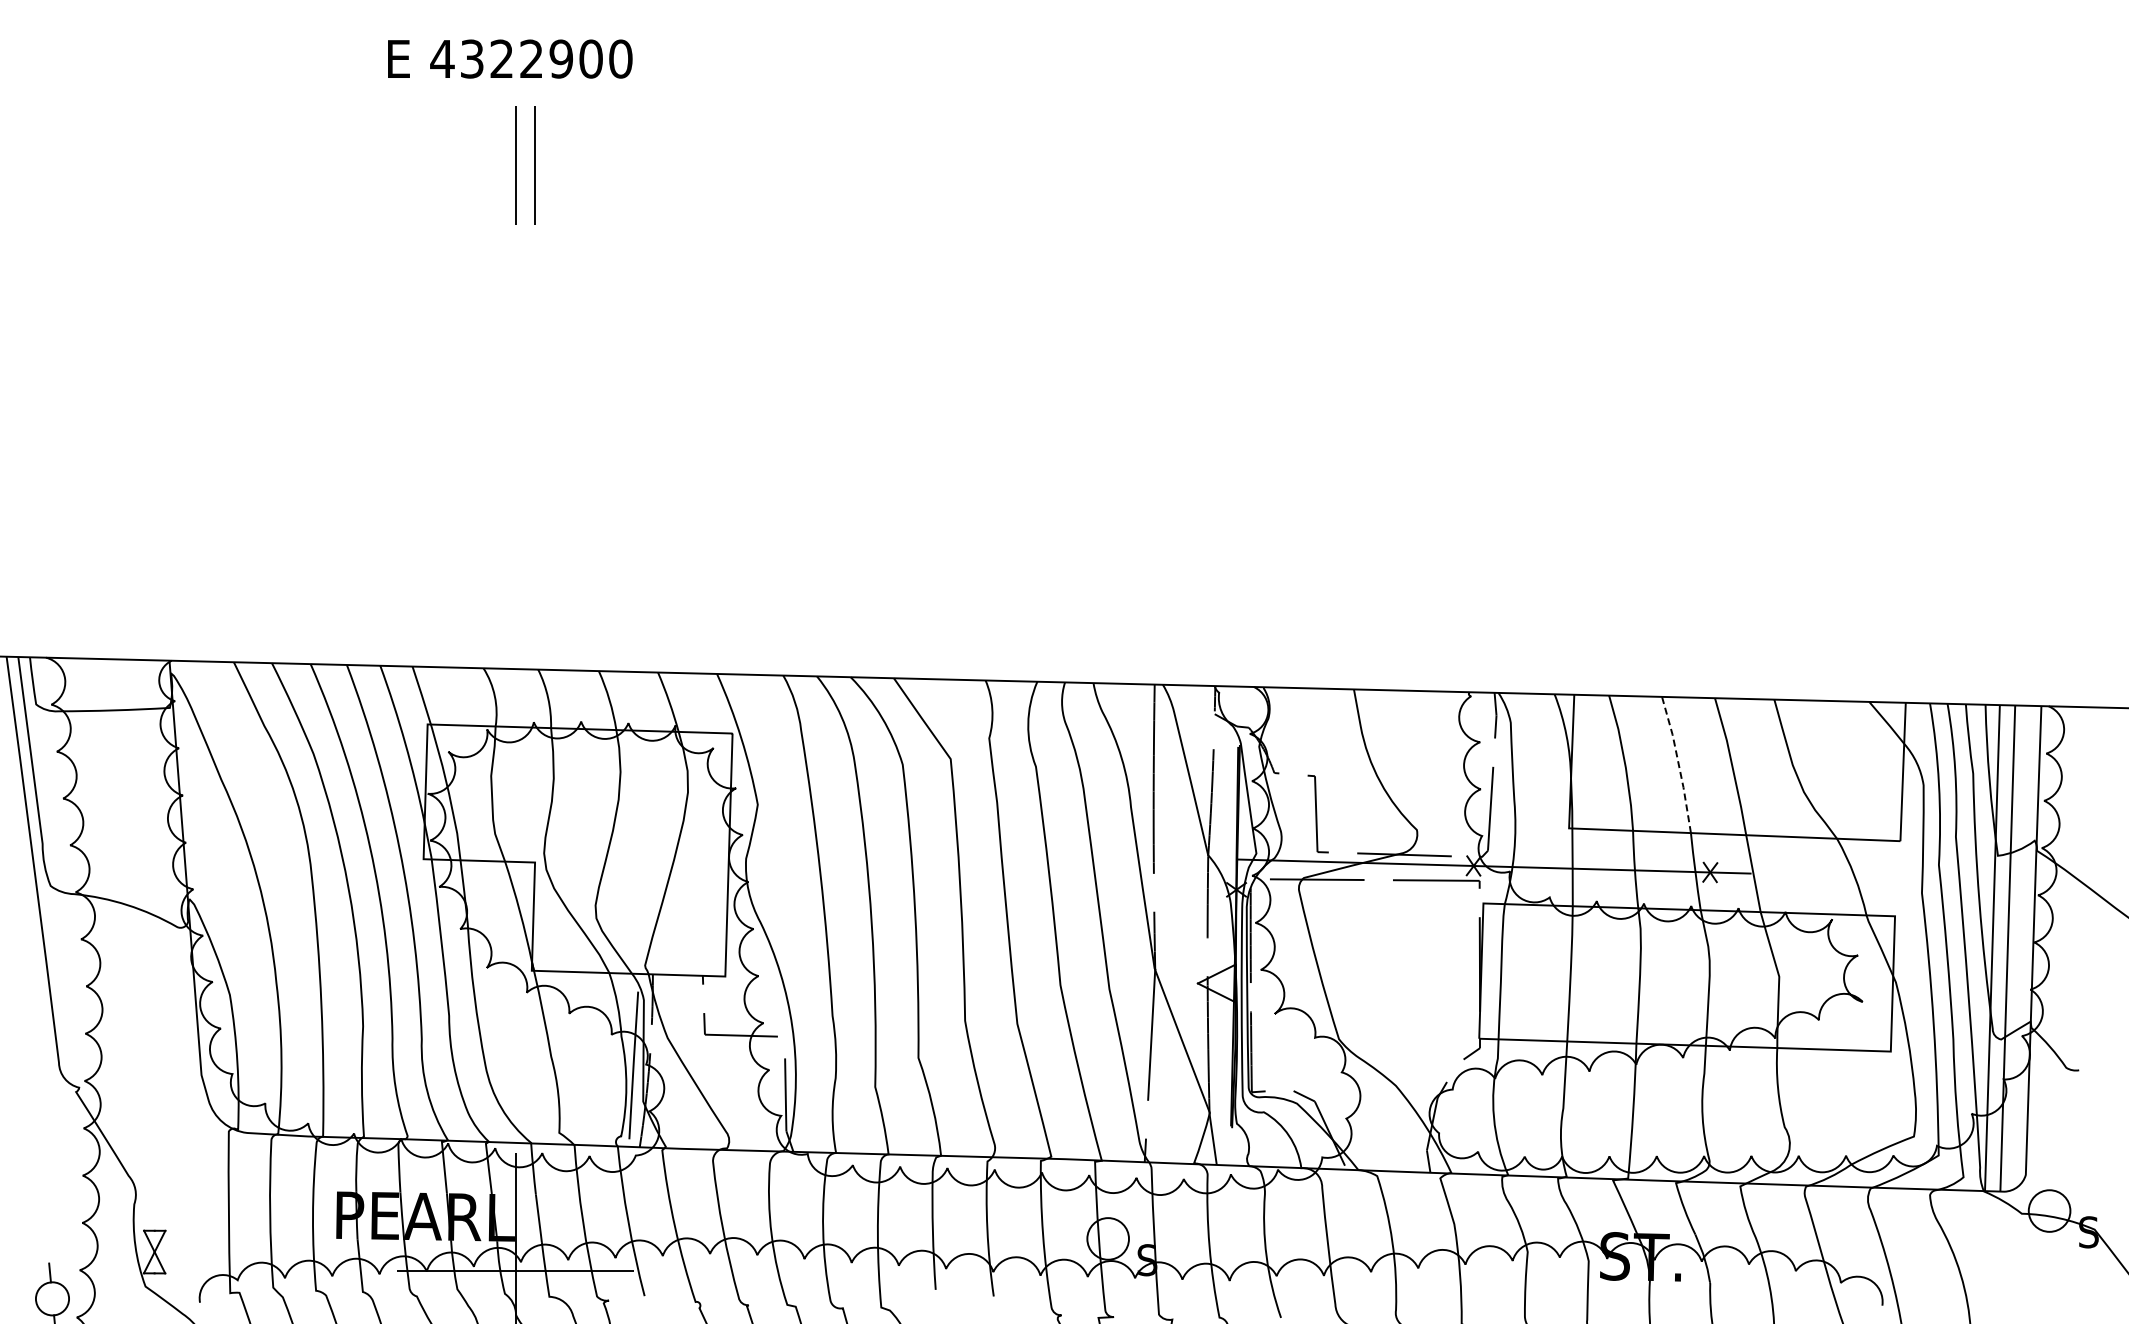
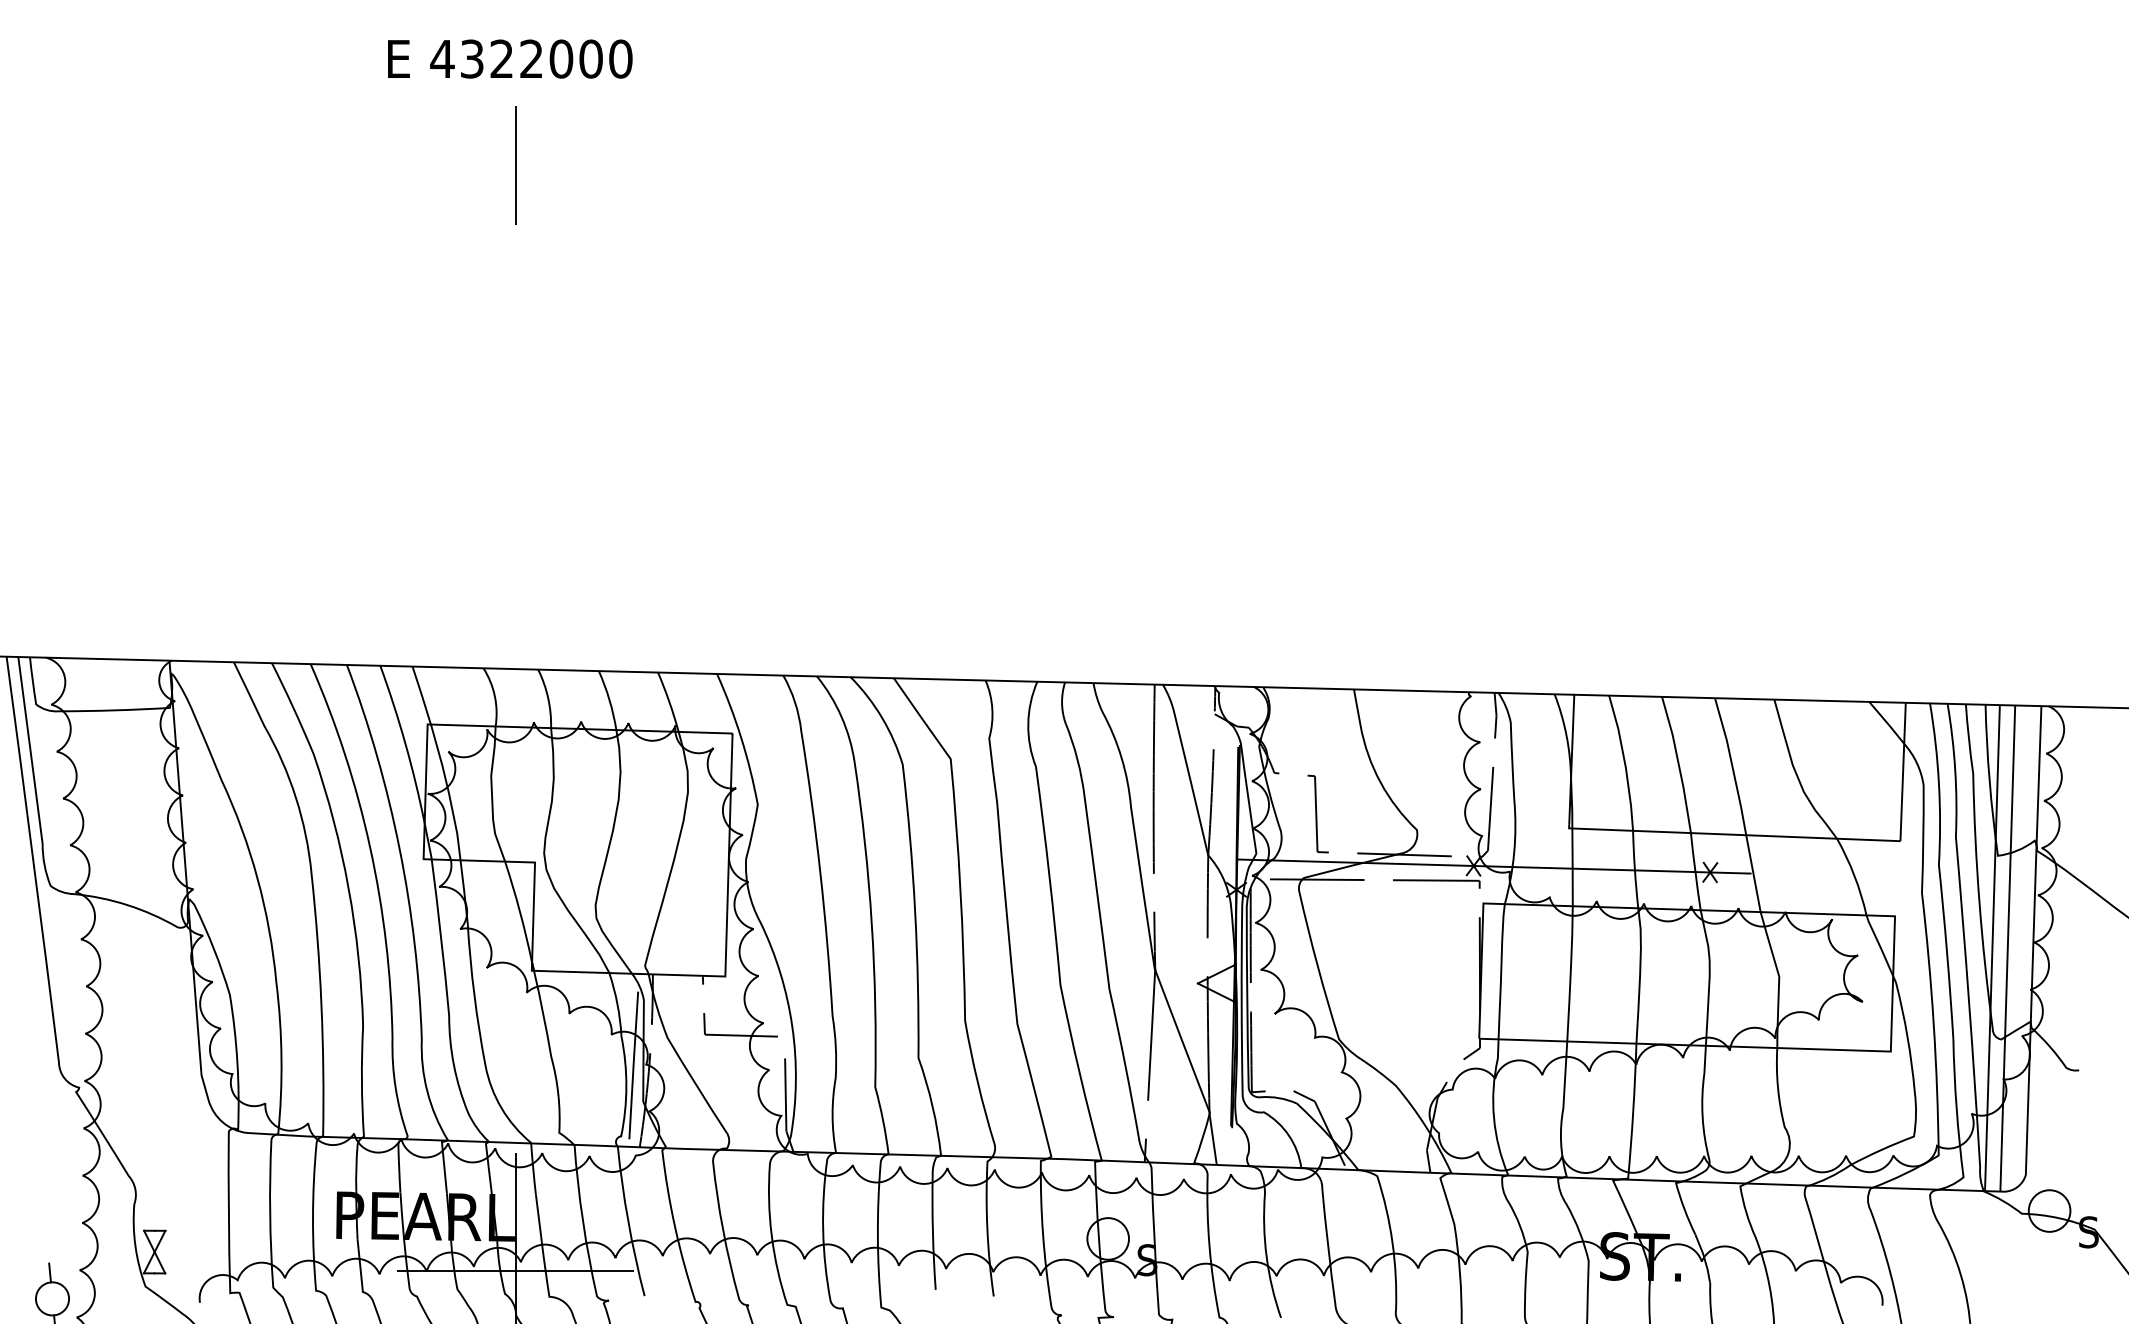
text at (561, 58): 4322900 -> 4322000
line at (534, 165): present -> none
line at (1678, 764): dashed -> solid
